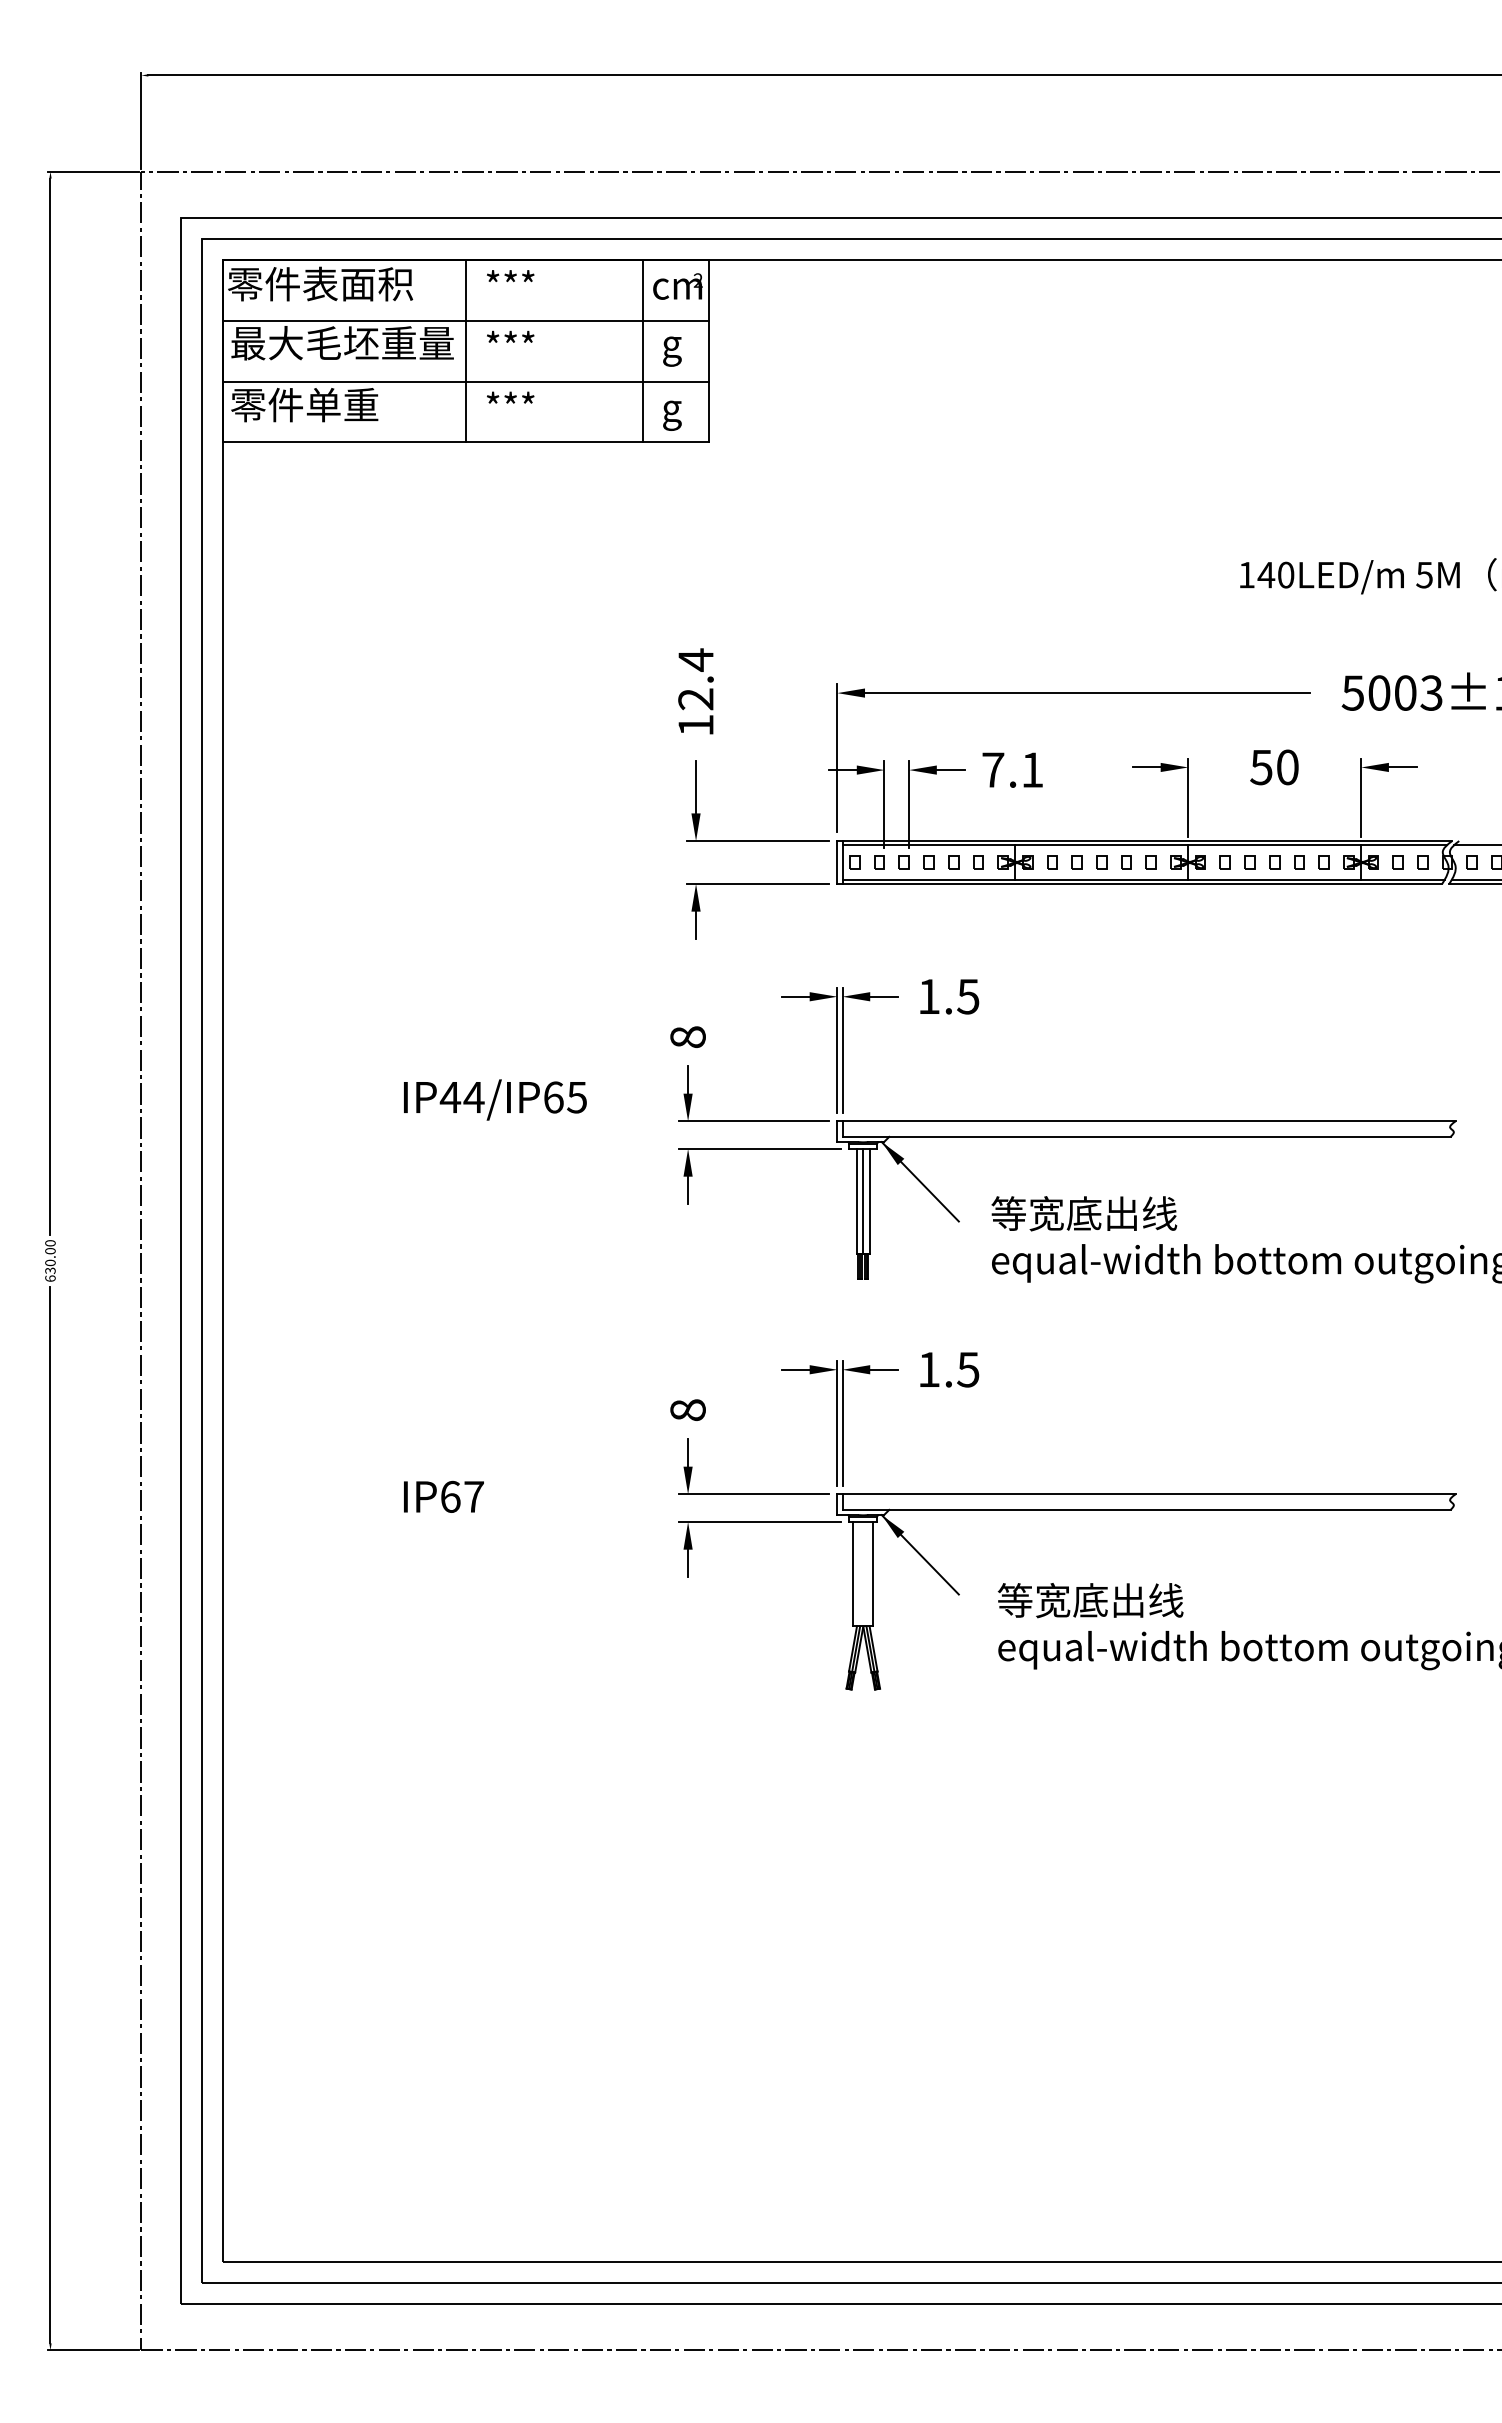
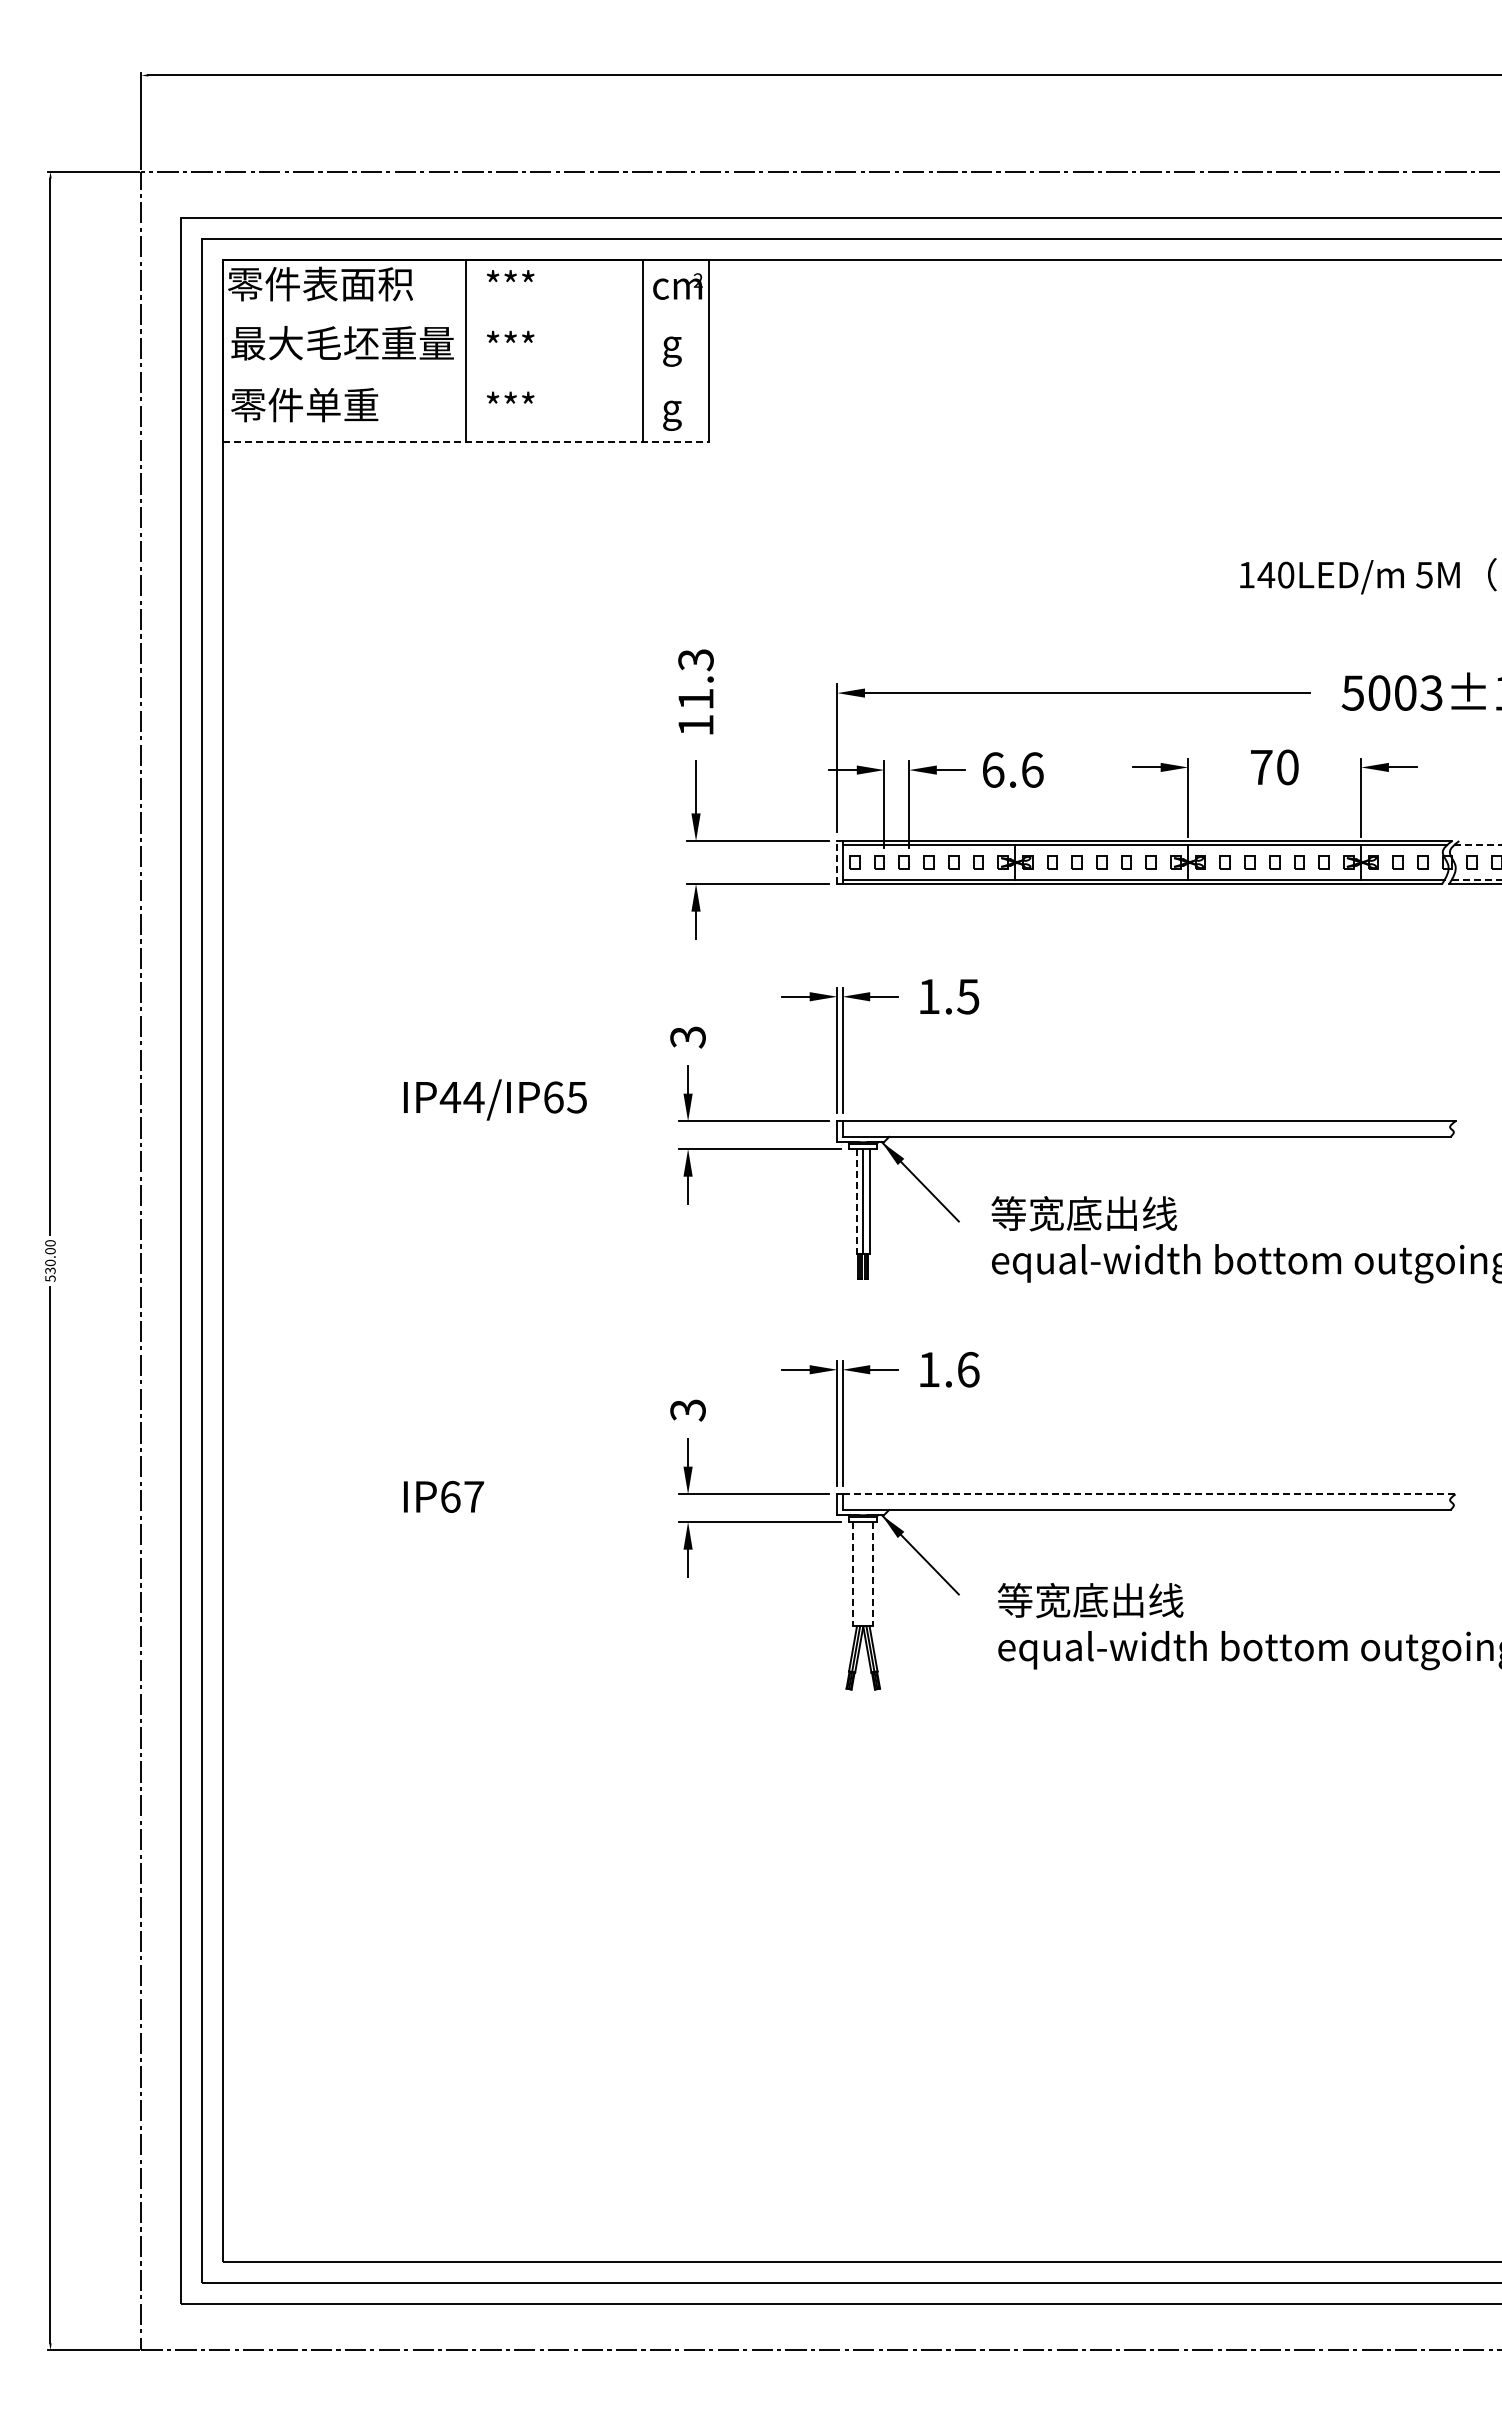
line at (465, 320): present -> none
line at (465, 381): present -> none
line at (466, 442): solid -> dashed
text at (695, 679): 12.4 -> 11.3
text at (1261, 767): 50 -> 70
text at (1012, 769): 7.1 -> 6.6
line at (1478, 845): solid -> dashed
line at (837, 862): solid -> dashed
line at (1476, 879): solid -> dashed
text at (687, 1037): 8 -> 3
line at (856, 1202): solid -> dashed
text at (50, 1278): 630.00 -> 530.00
text at (968, 1369): 1.5 -> 1.6
text at (687, 1410): 8 -> 3
line at (1149, 1494): solid -> dashed
line at (853, 1574): solid -> dashed
line at (873, 1574): solid -> dashed
